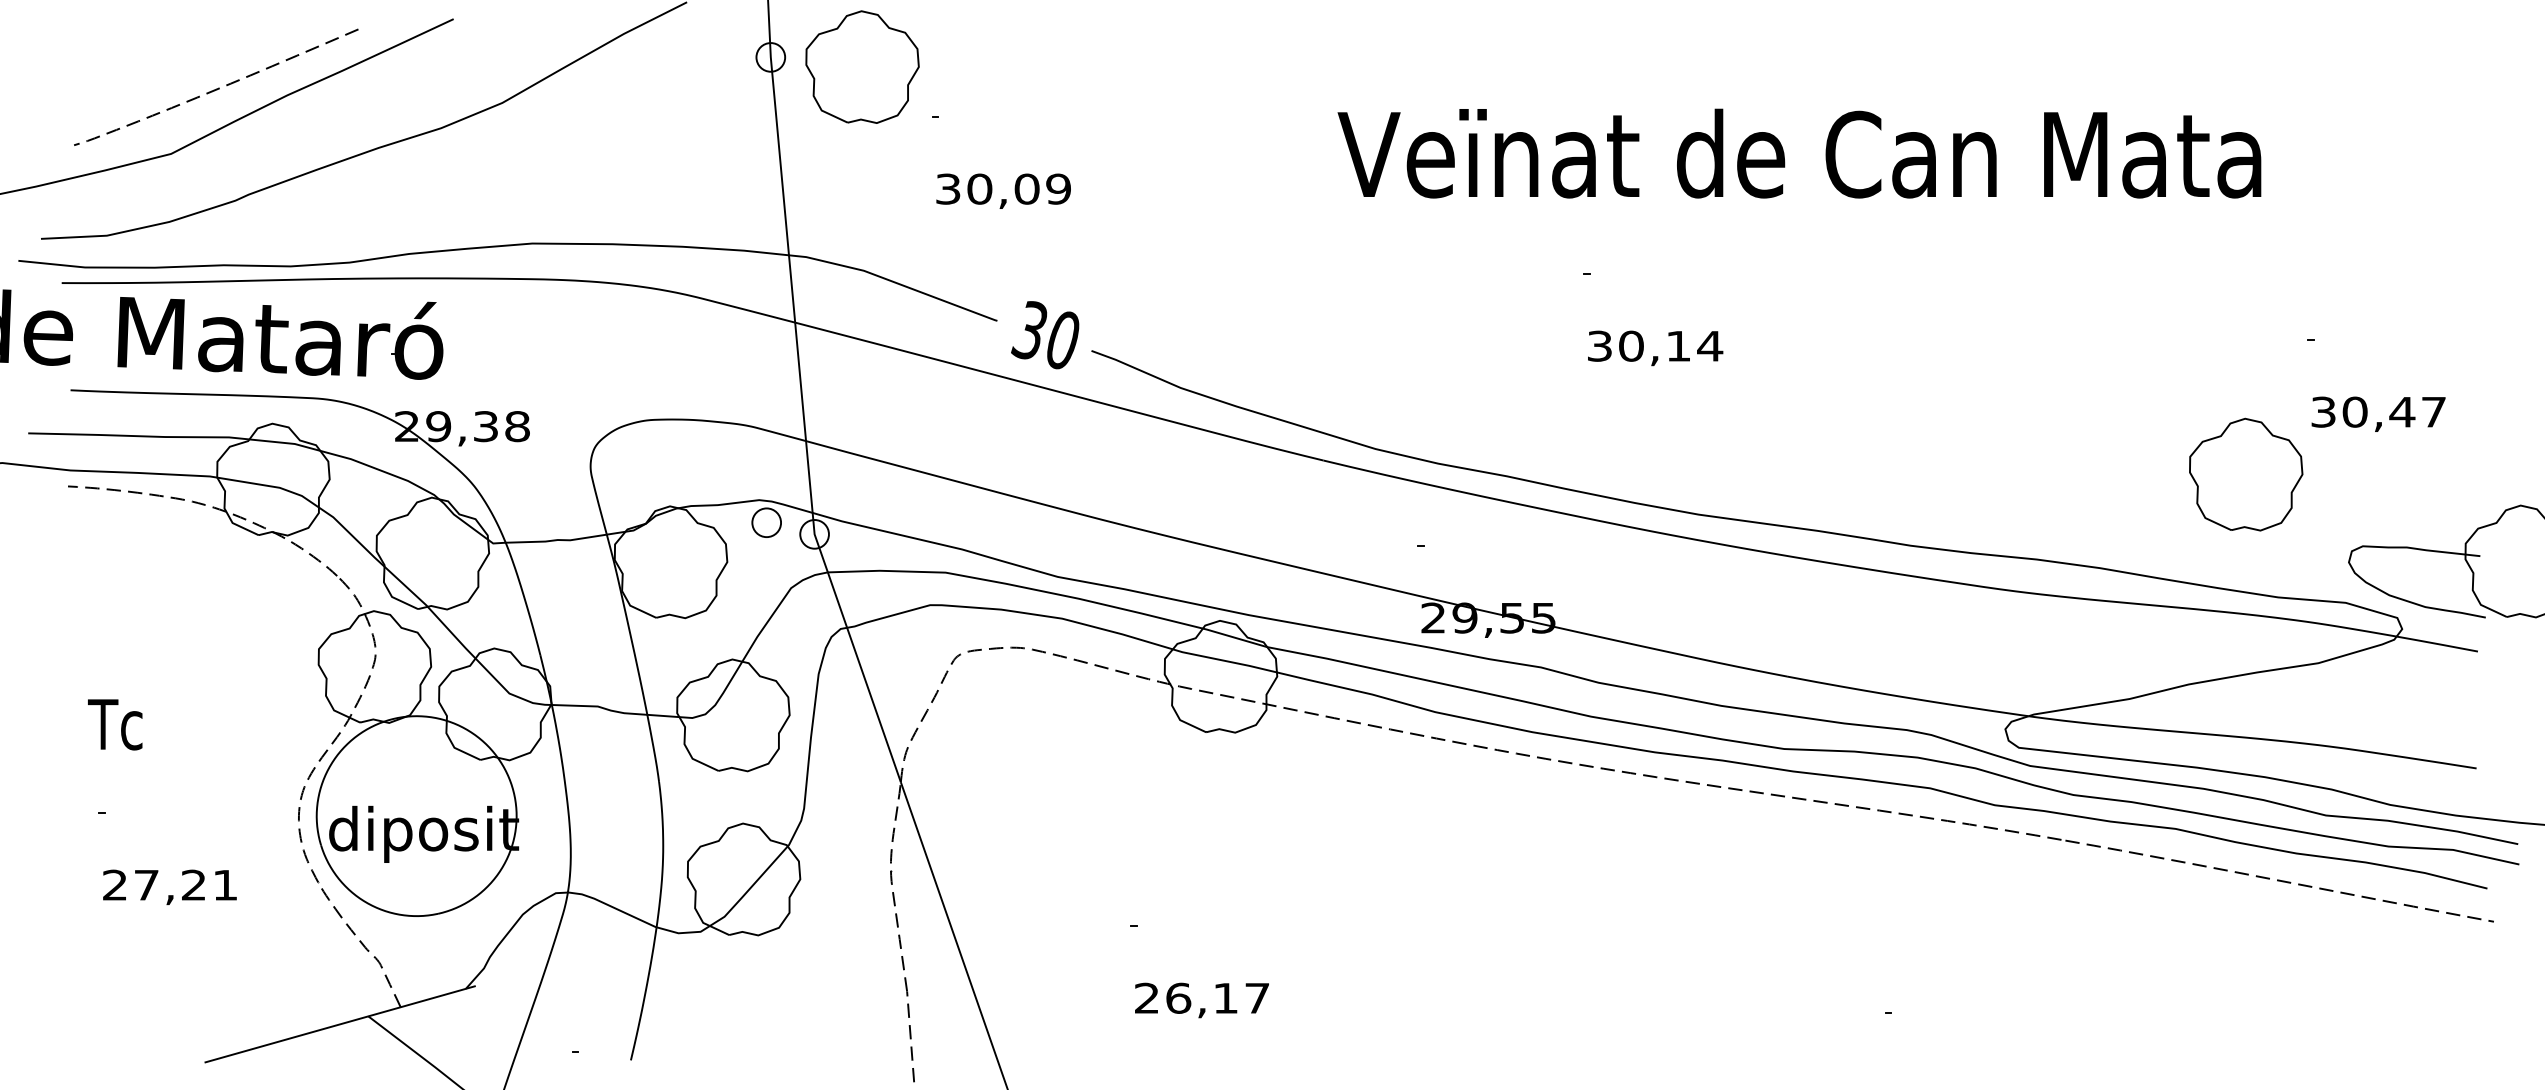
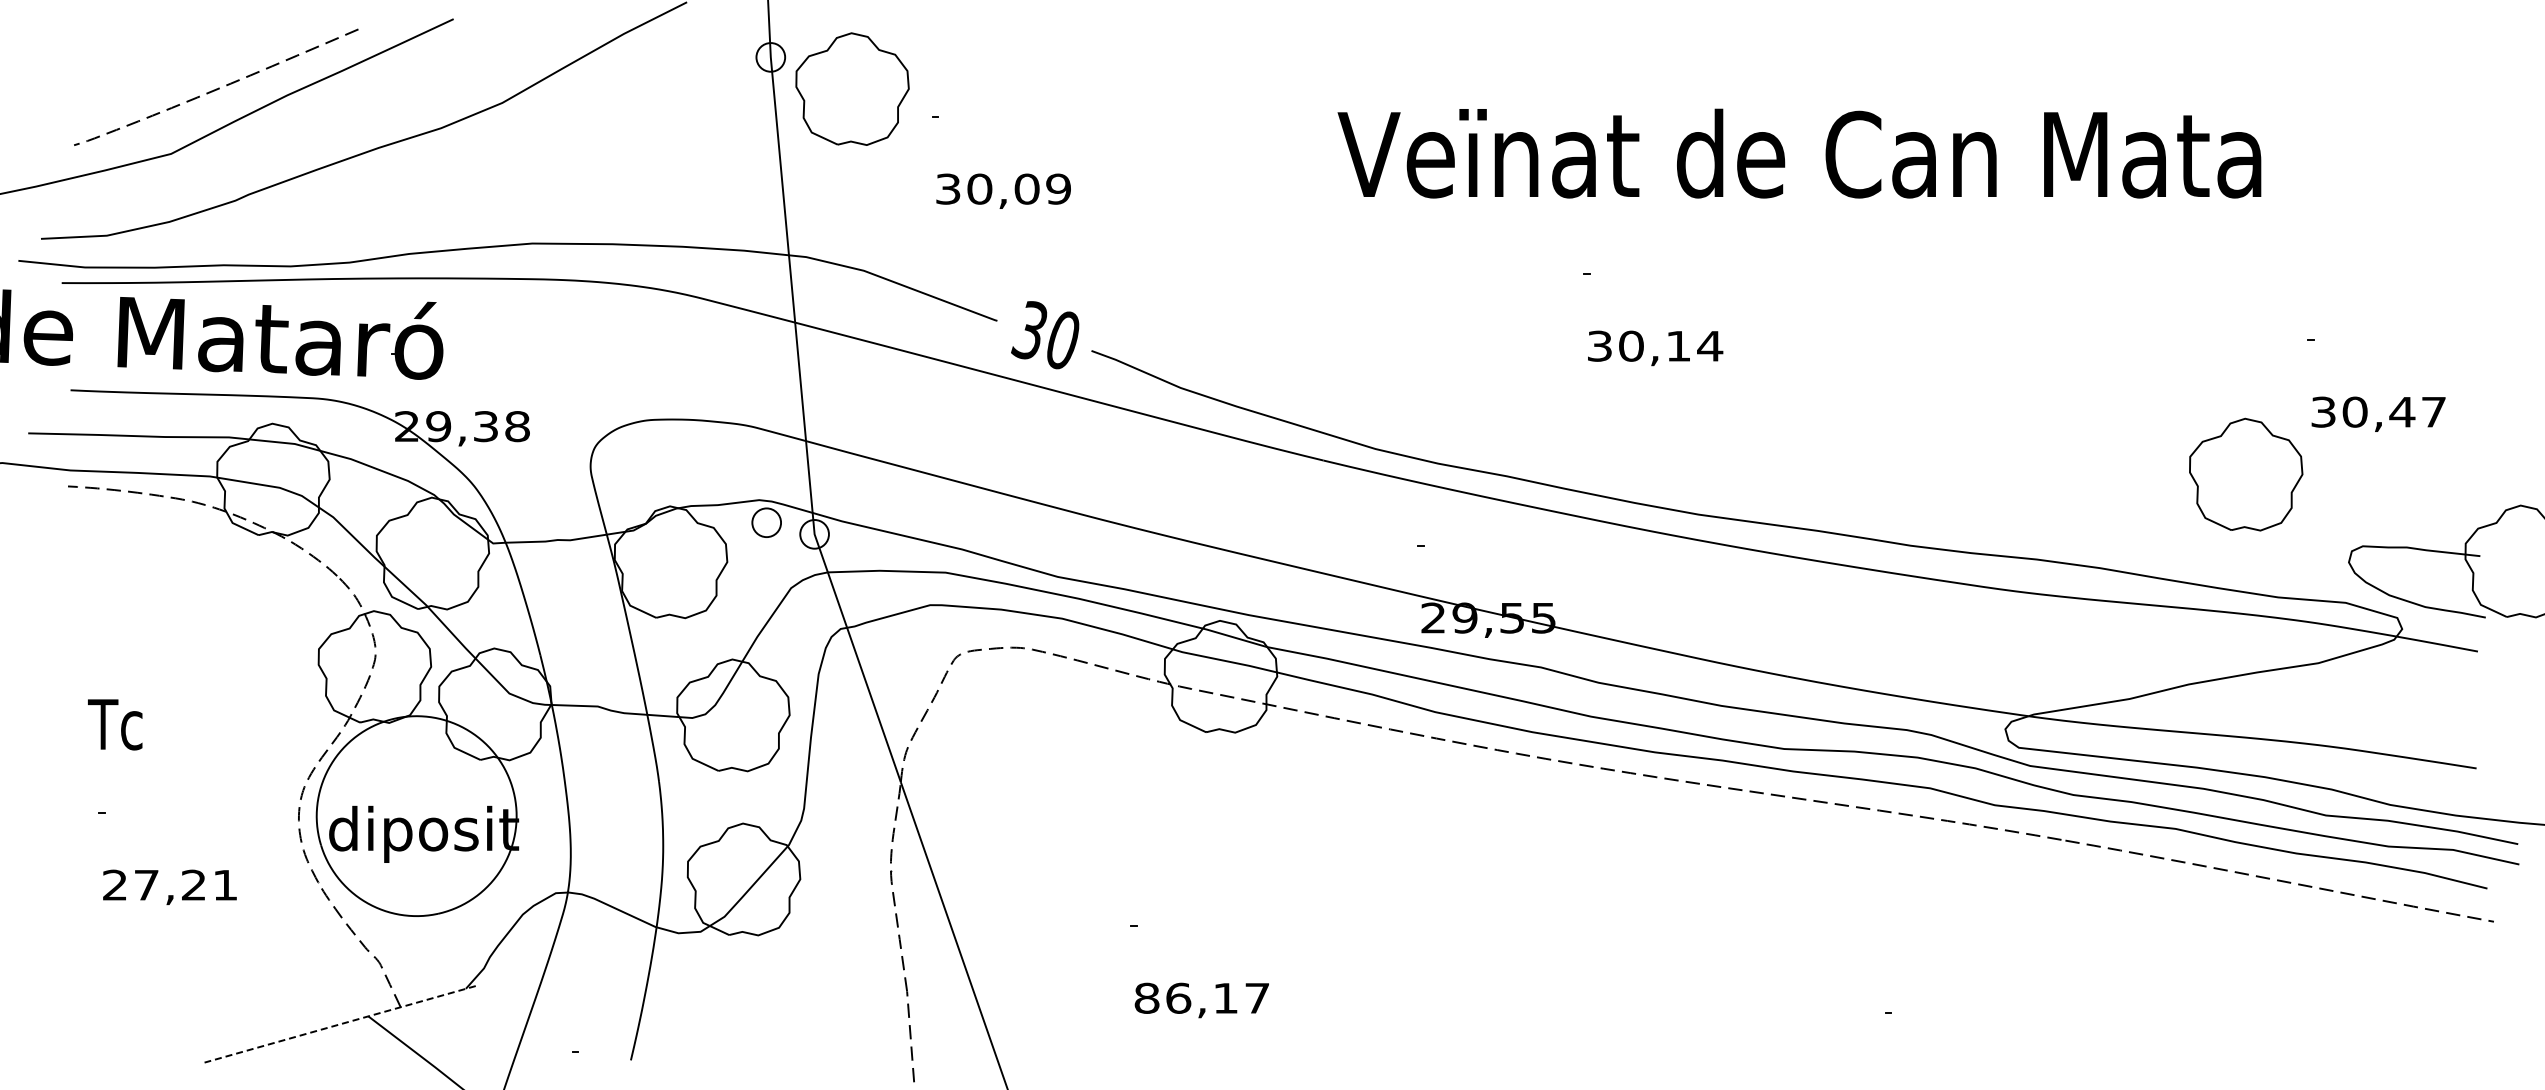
part at (862, 66) position: (862, 66) -> (852, 88)
text at (1146, 997): 26,17 -> 86,17
line at (340, 1024): solid -> dashed
